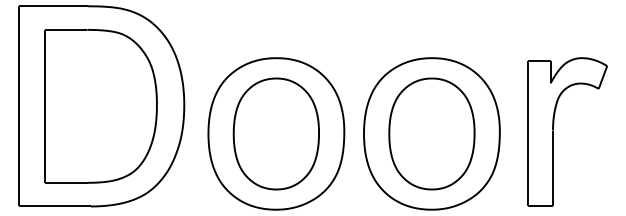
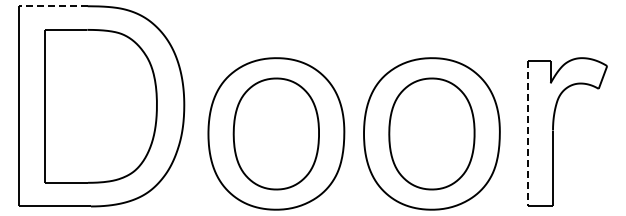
line at (52, 6): solid -> dashed
line at (528, 133): solid -> dashed
